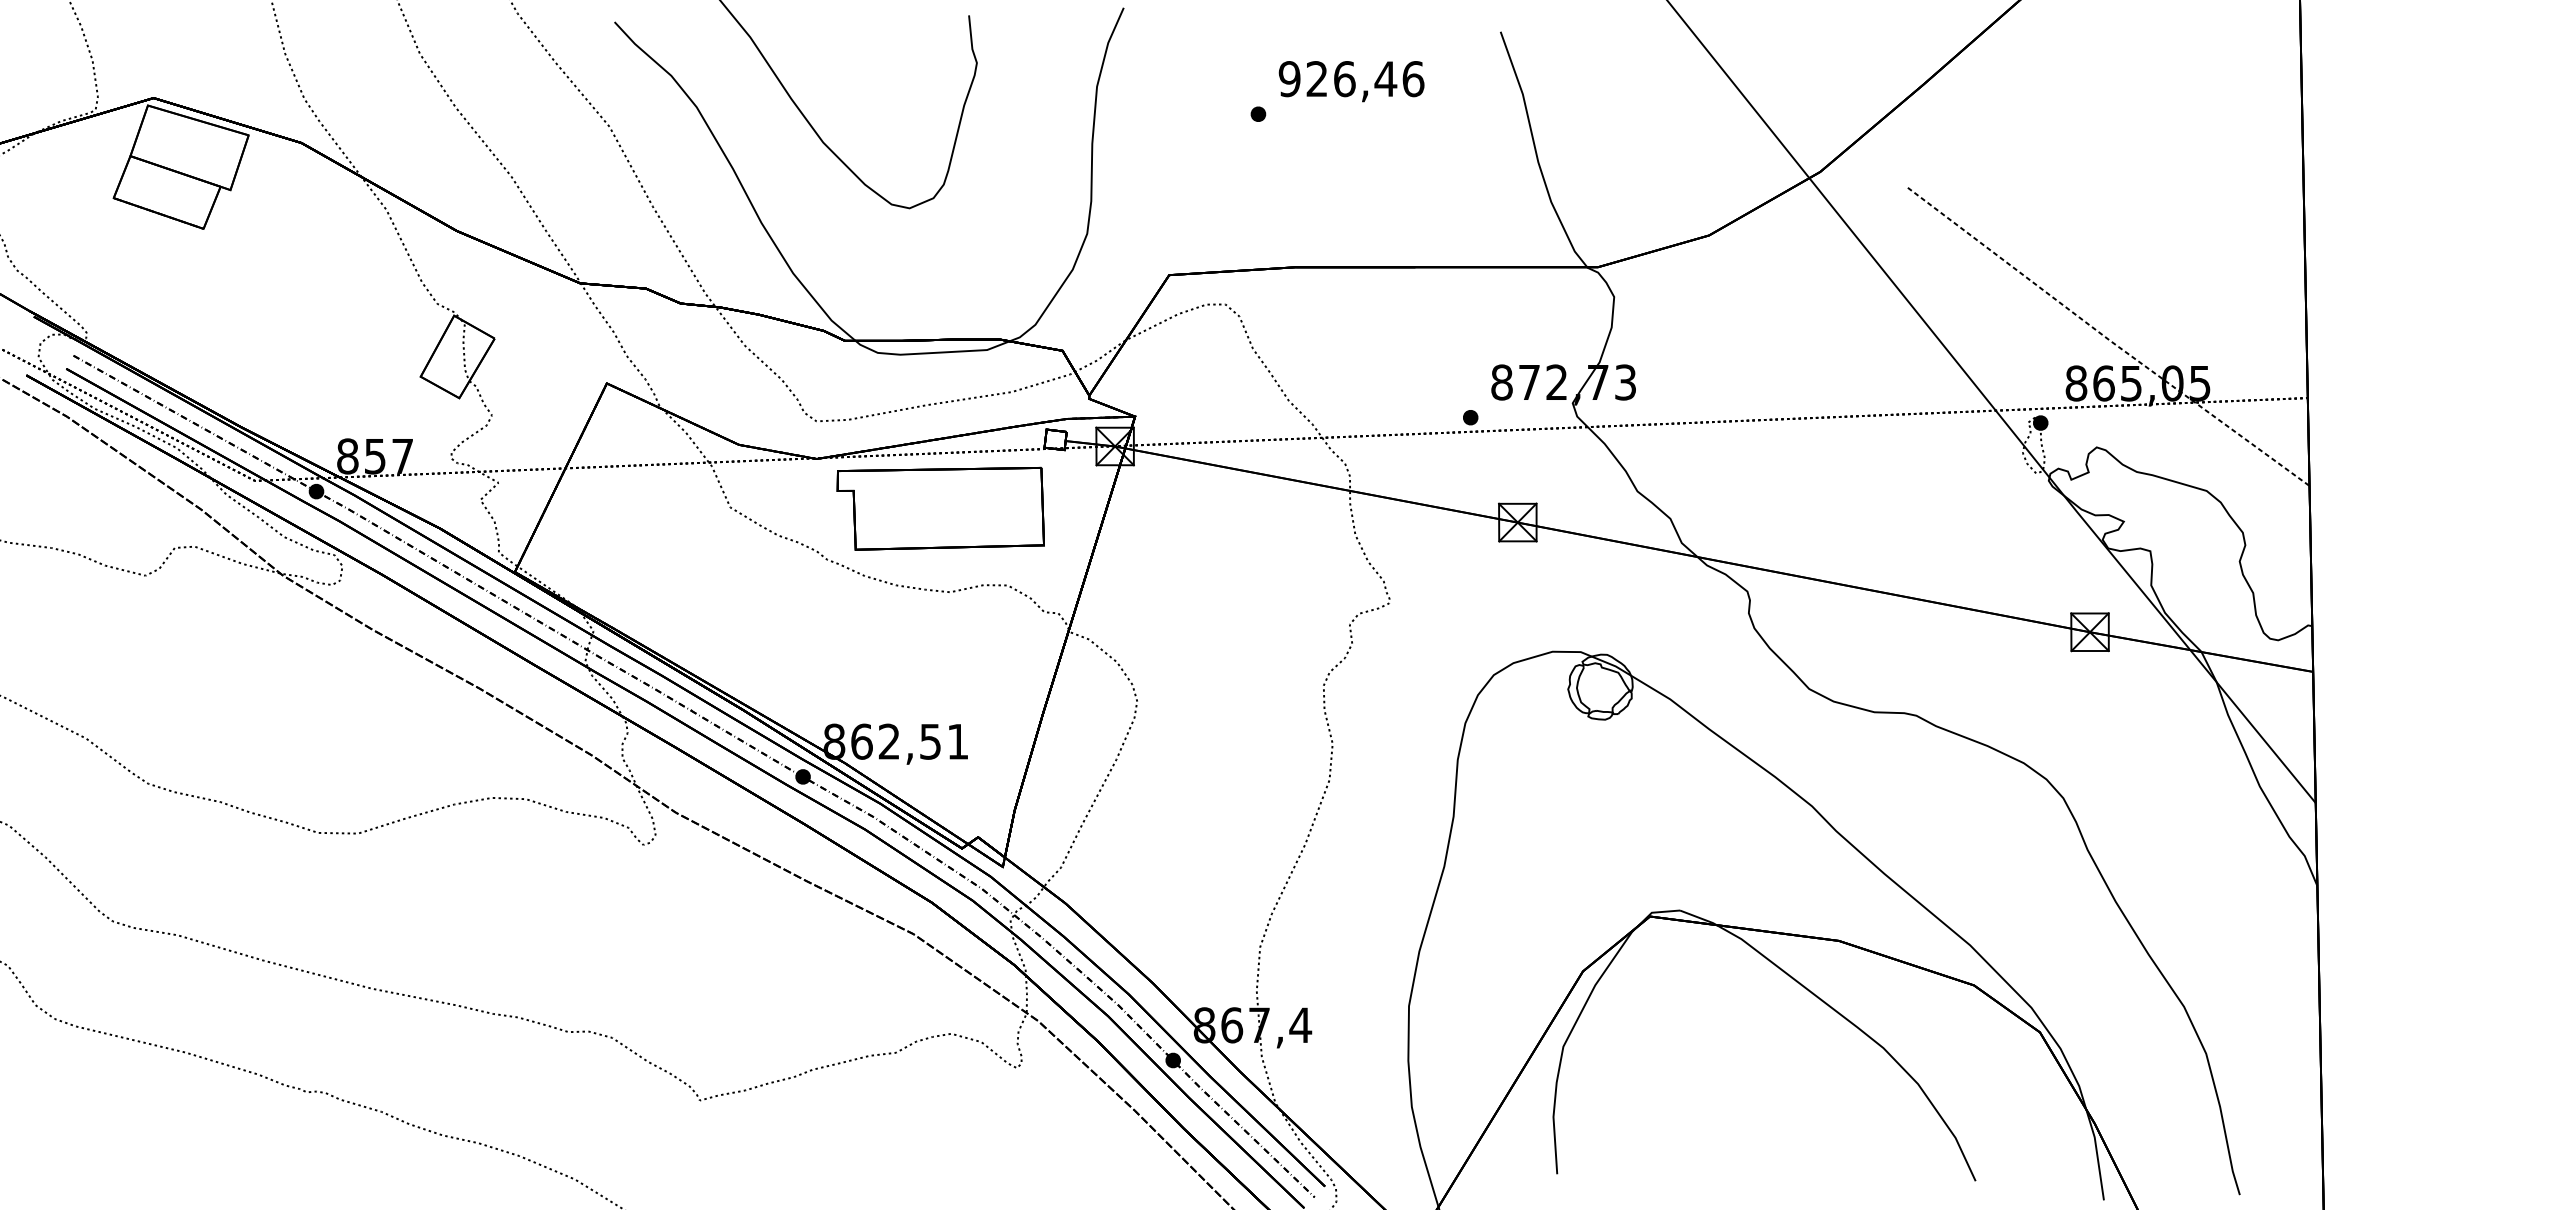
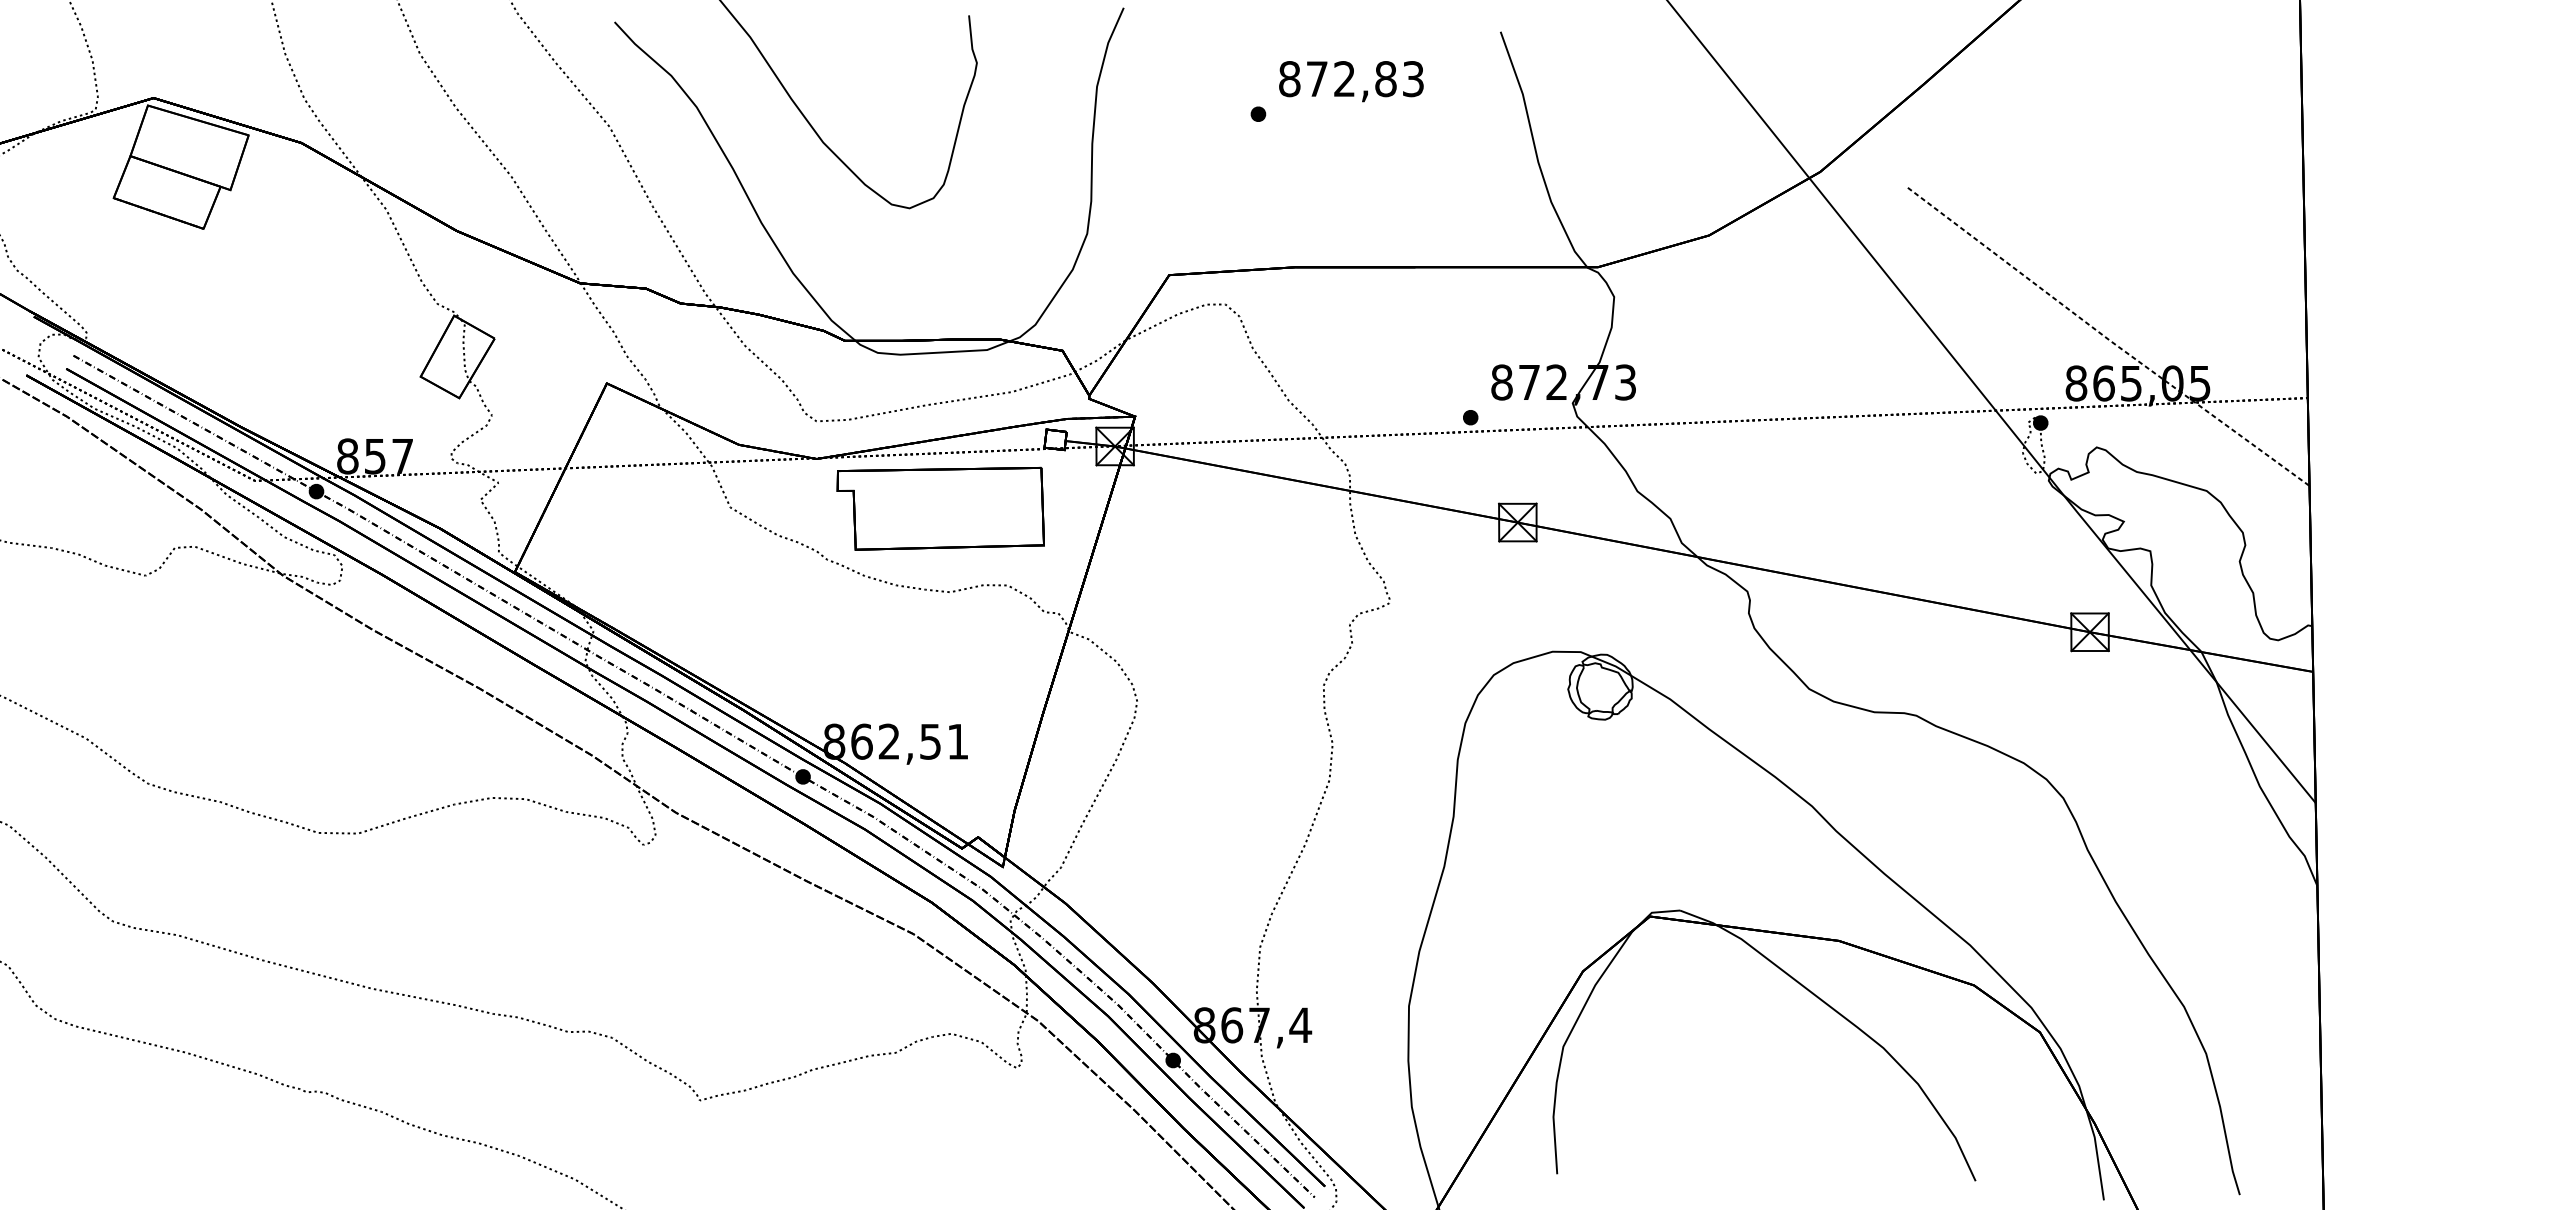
text at (1351, 79): 926,46 -> 872,83
